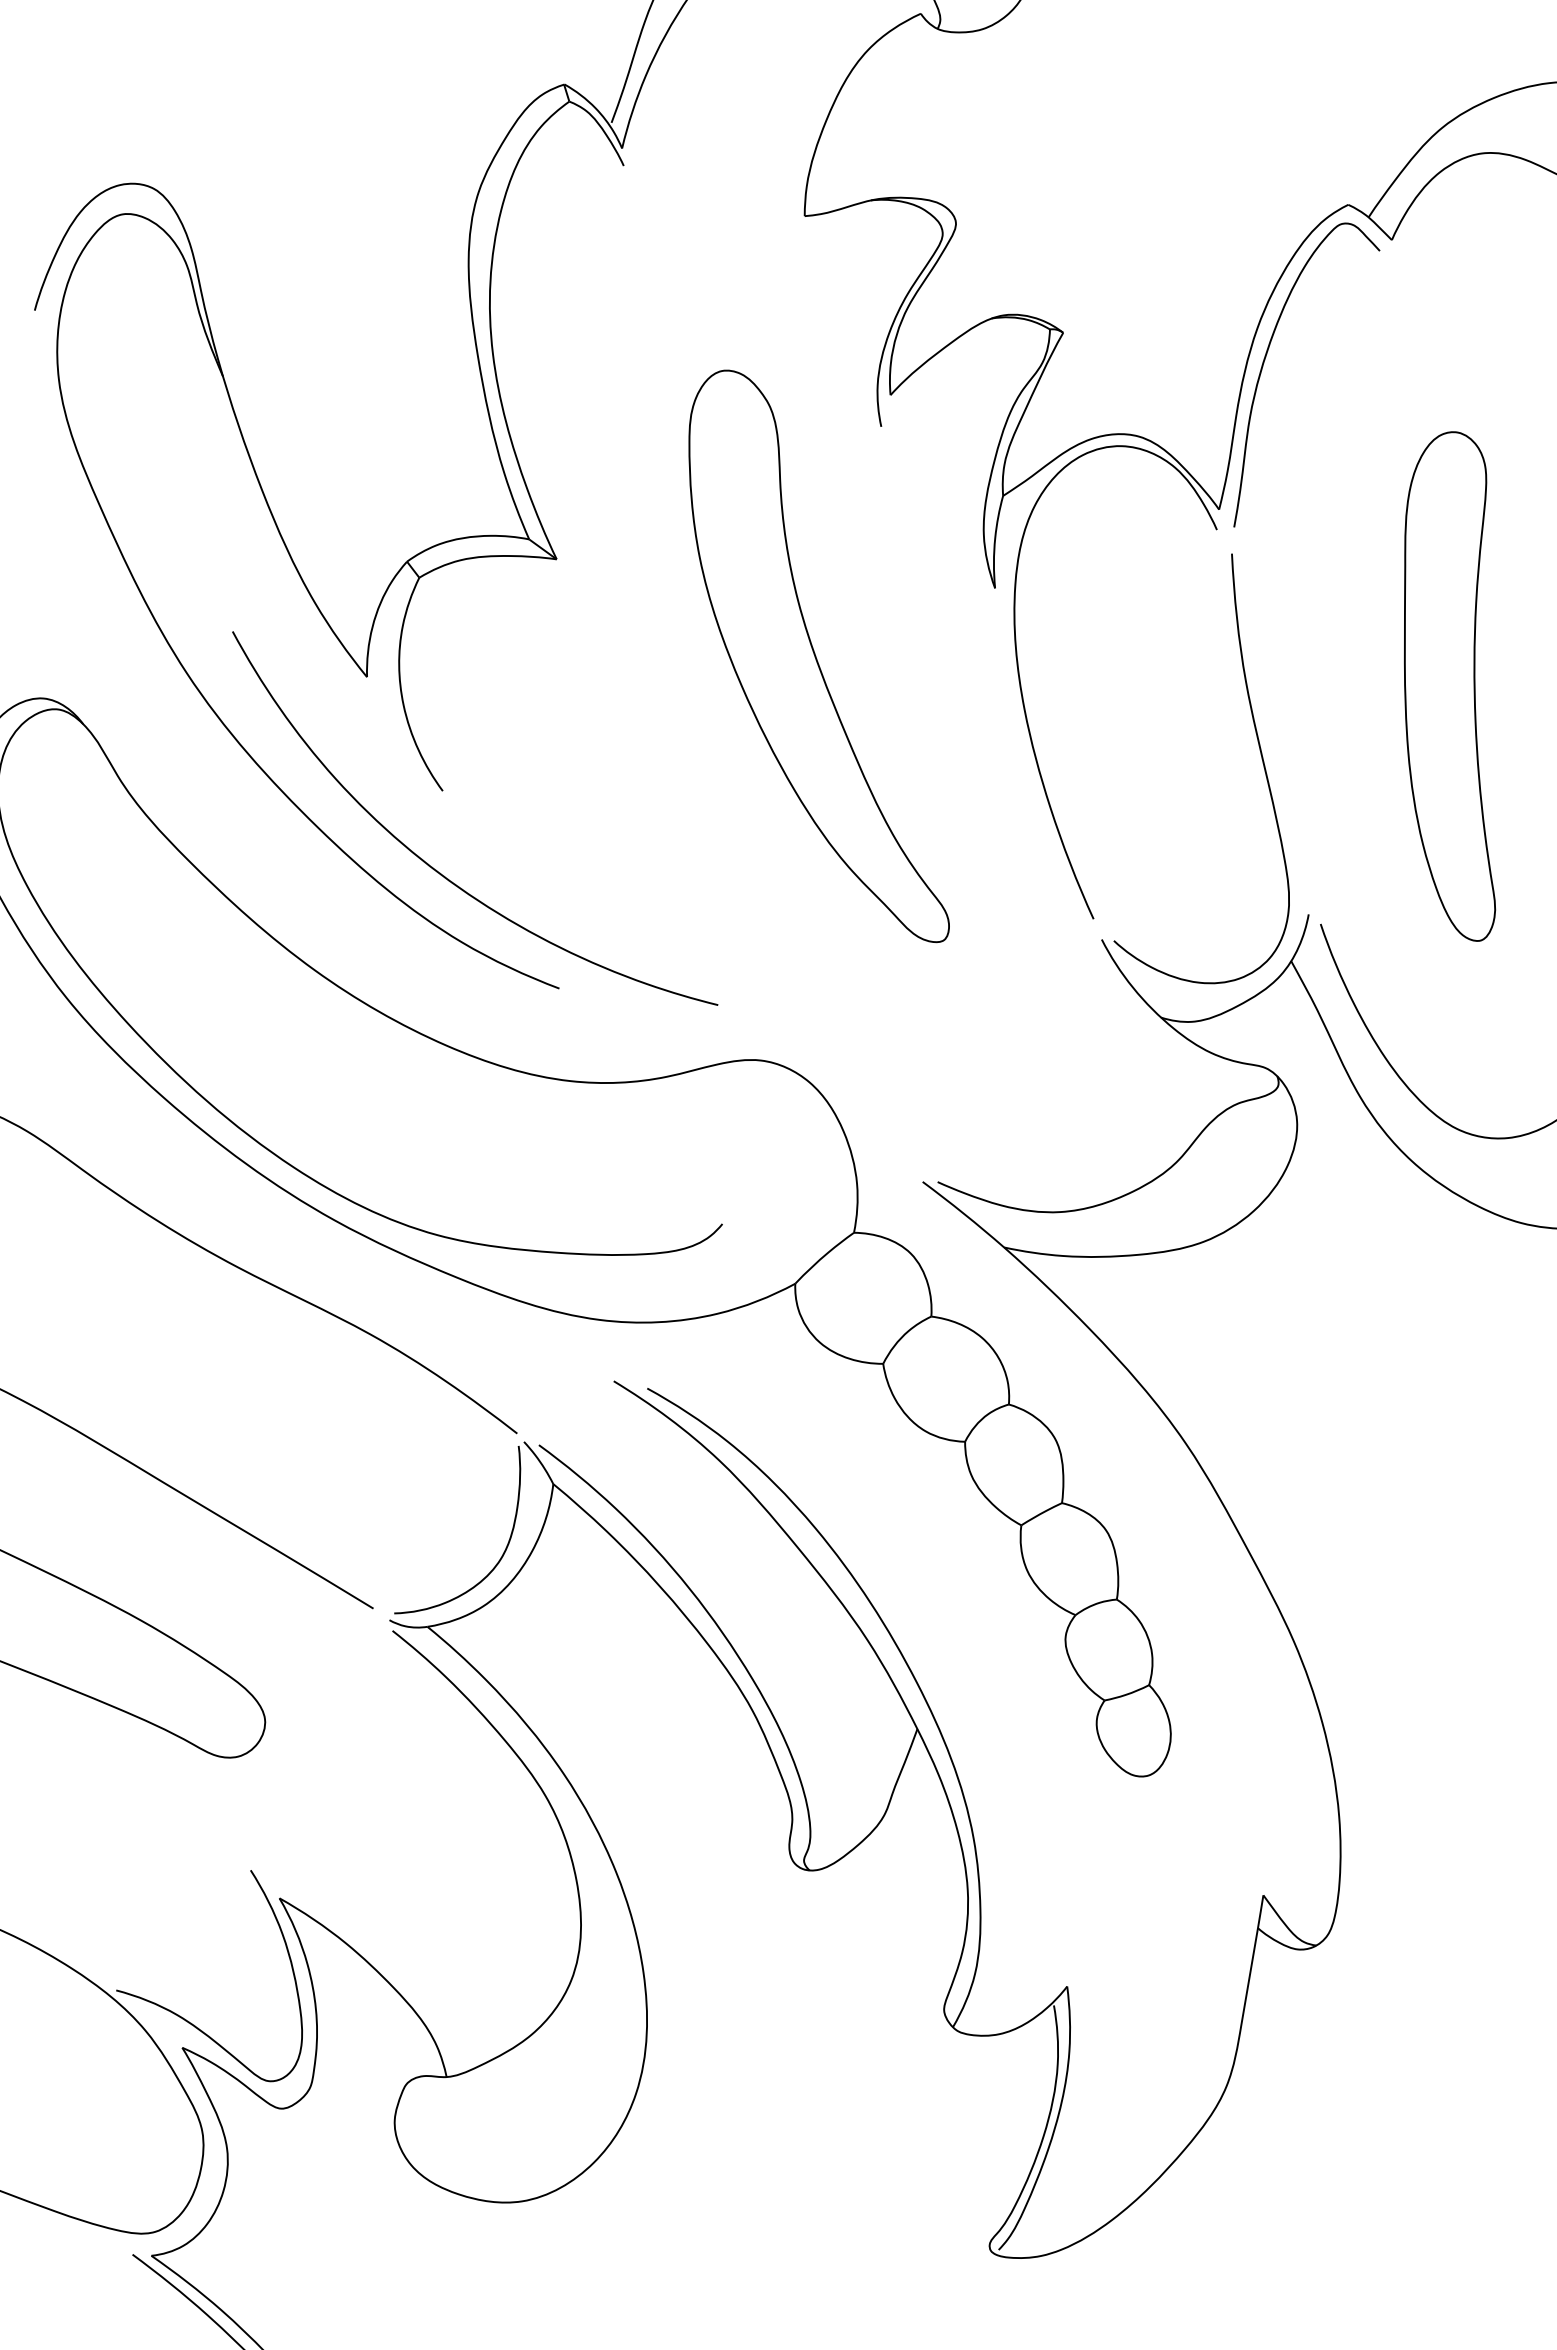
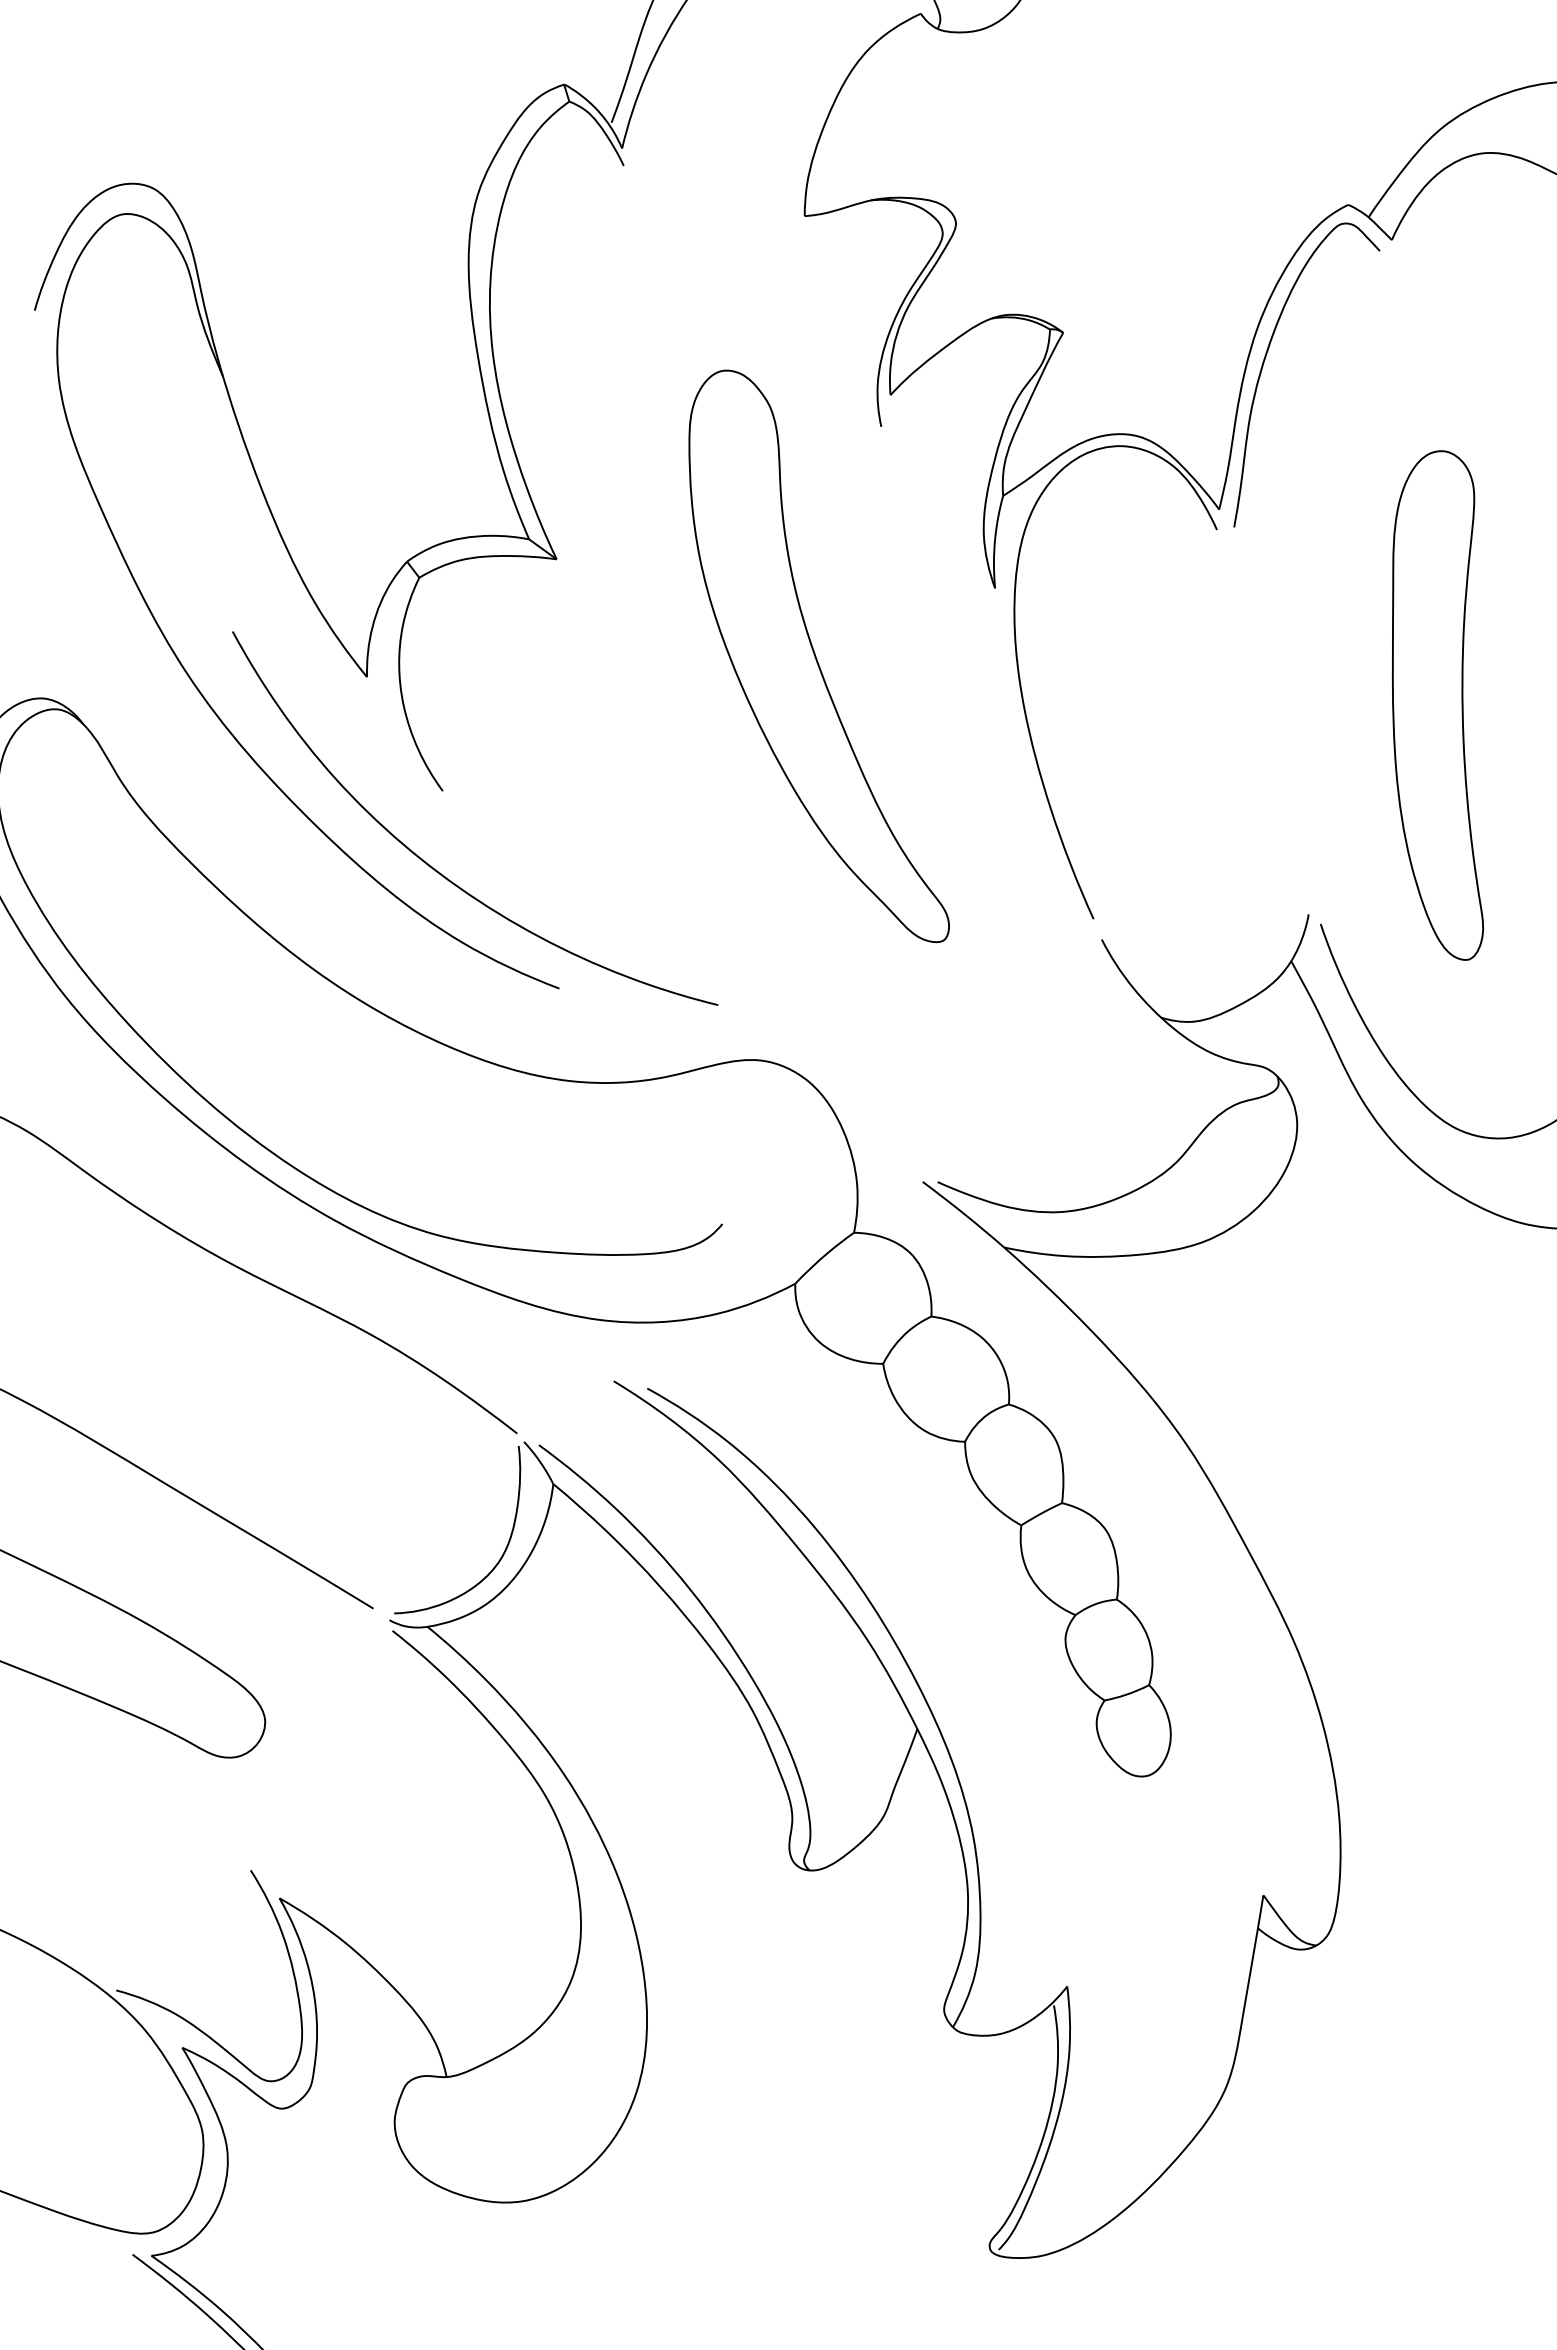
part at (1450, 686) position: (1450, 686) -> (1438, 705)
curve at (1260, 754): present -> none
